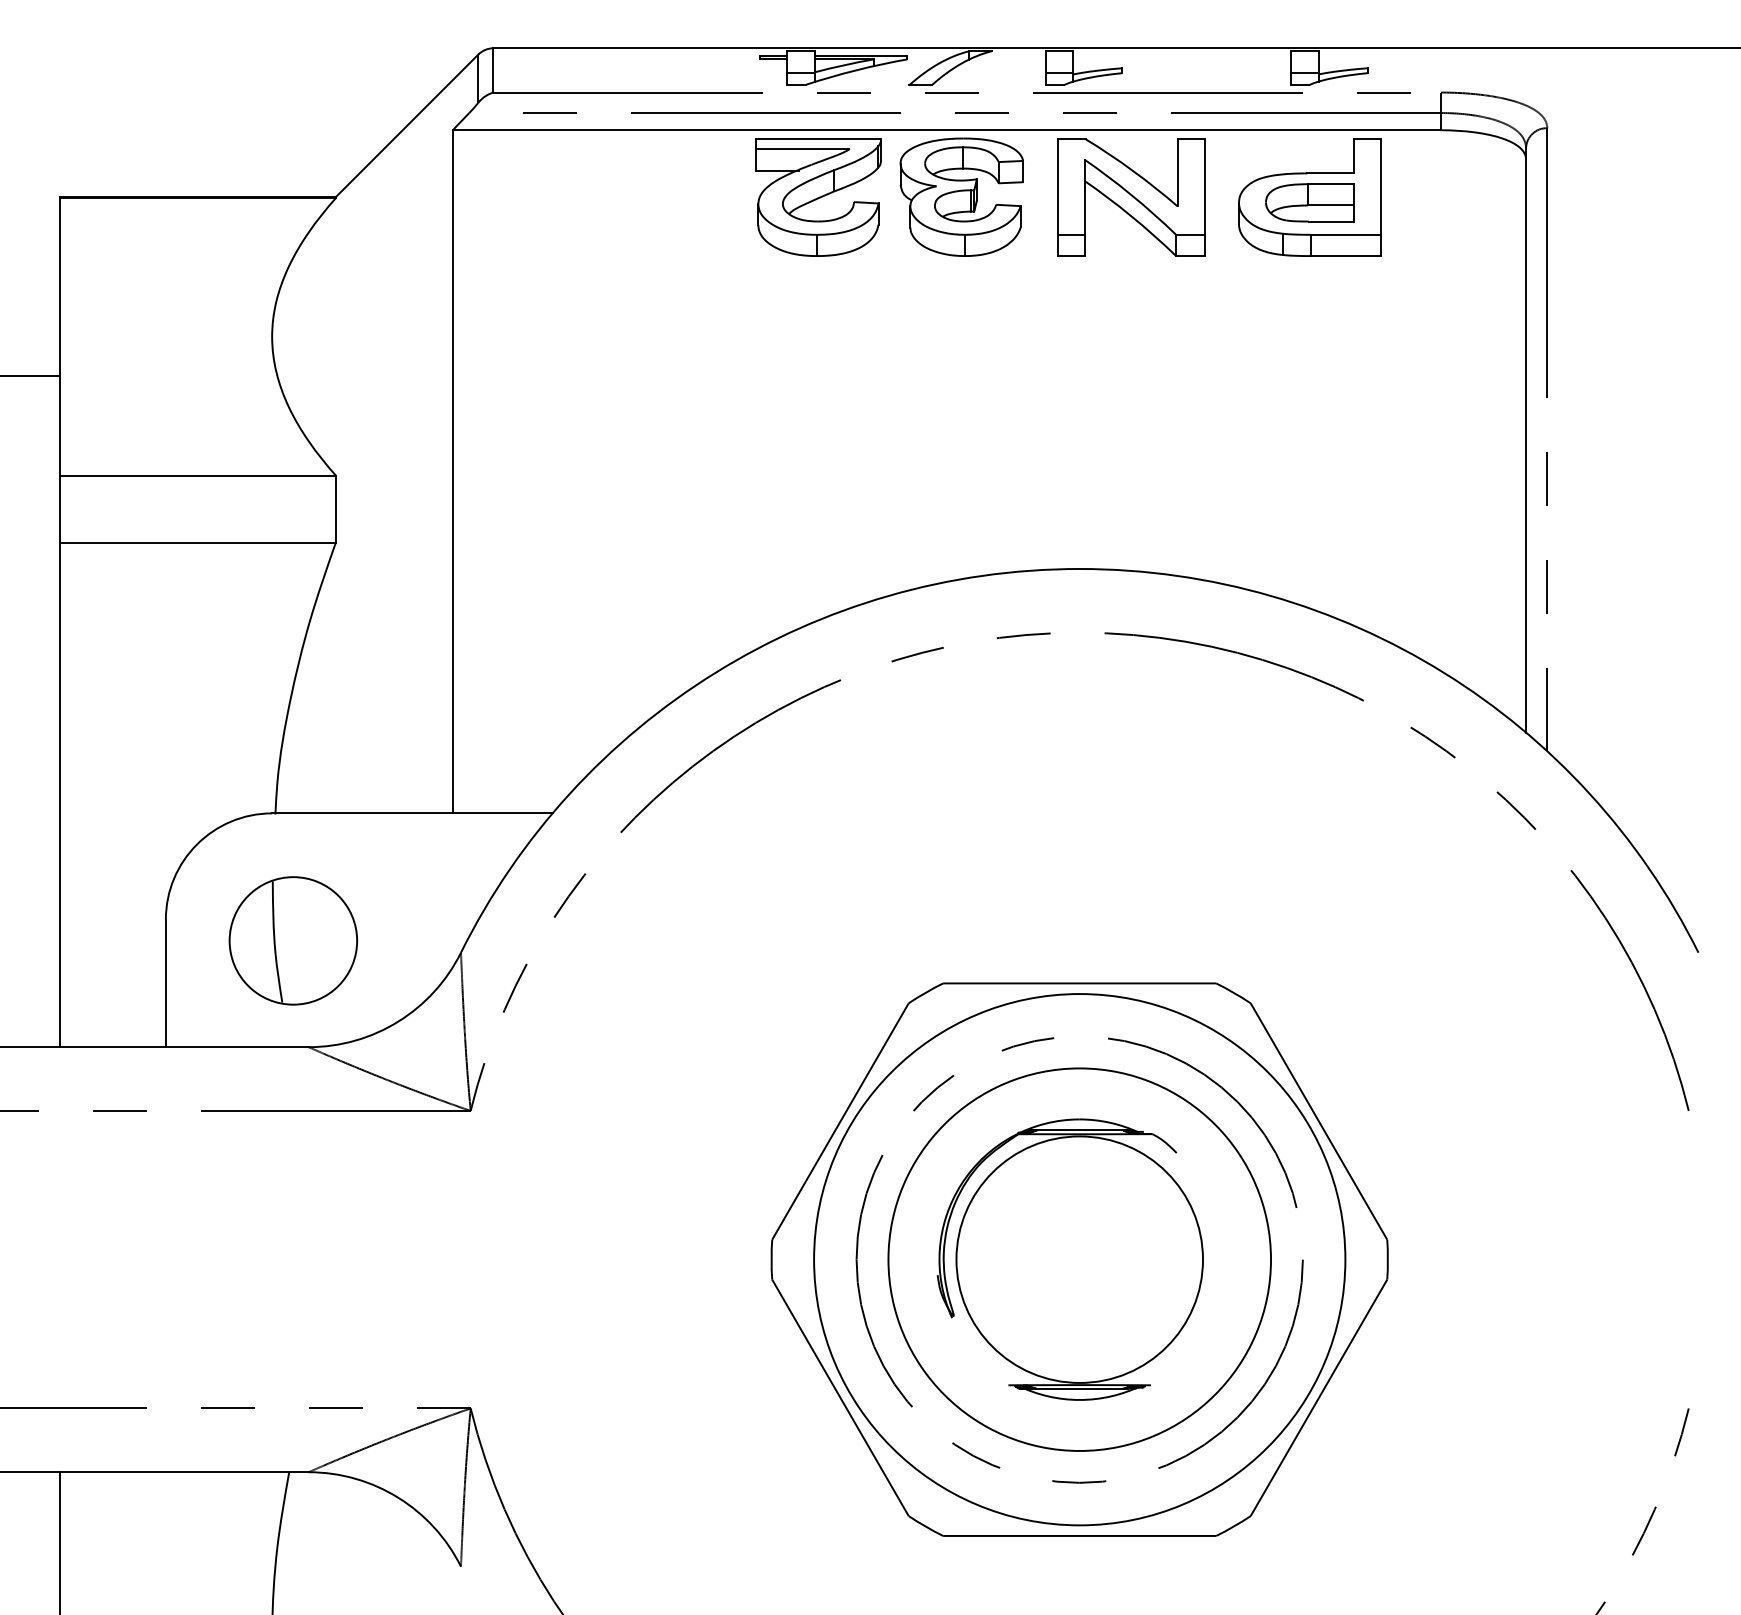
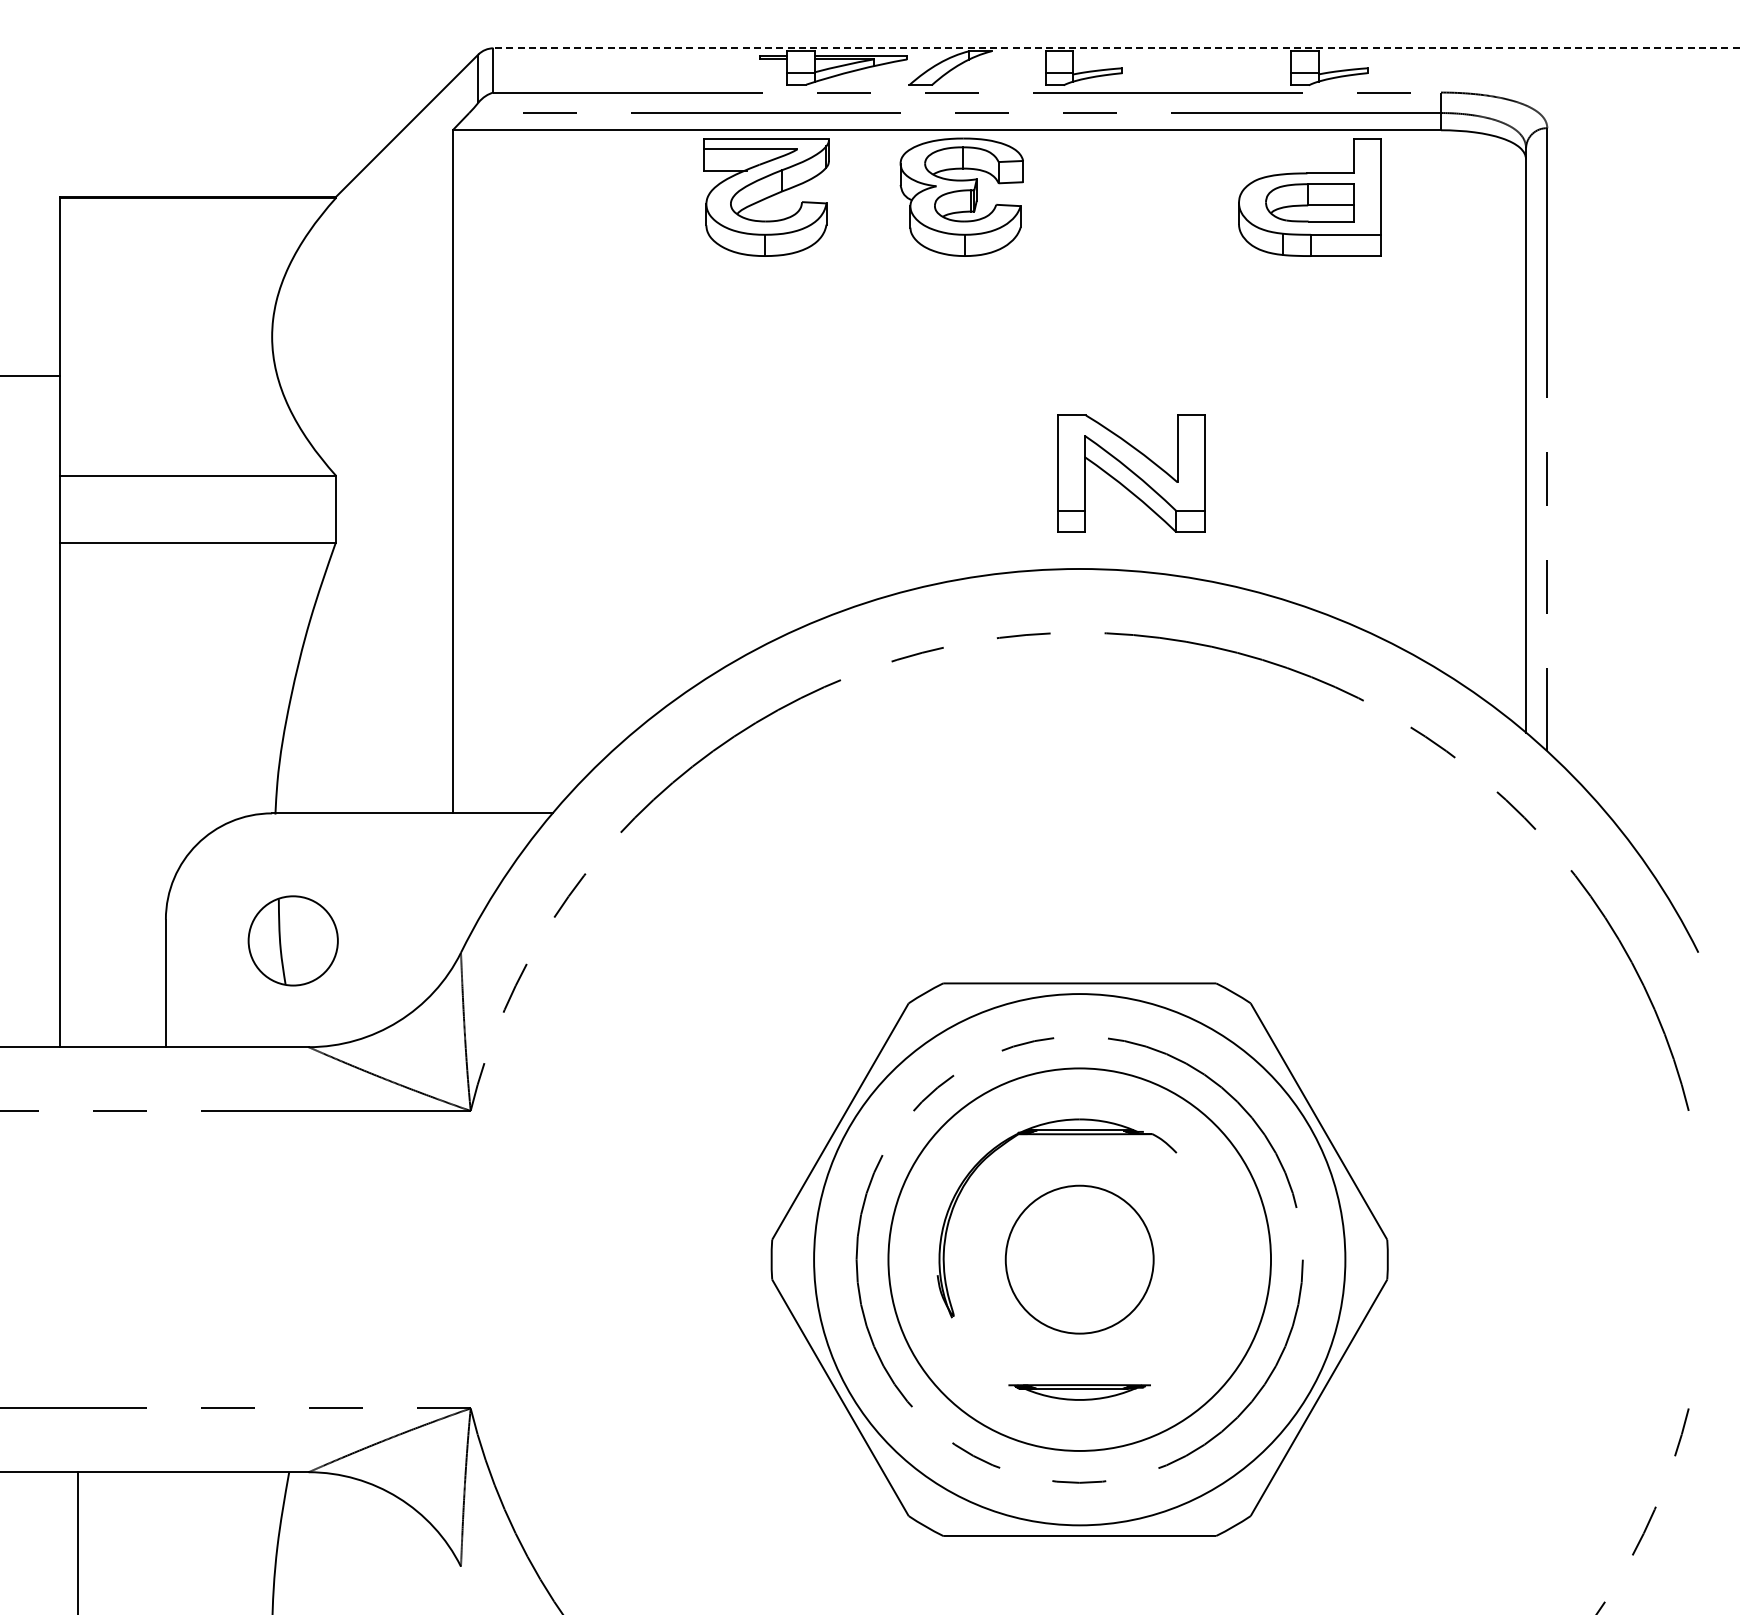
line at (1116, 48): solid -> dashed
part at (818, 197) position: (818, 197) -> (766, 197)
part at (1131, 197) position: (1131, 197) -> (1131, 473)
part at (292, 940) size: 130x130 px -> 92x92 px
circle at (1079, 1259) diameter: 247 px -> 148 px
line at (59, 1541) position: (59, 1541) -> (77, 1541)
